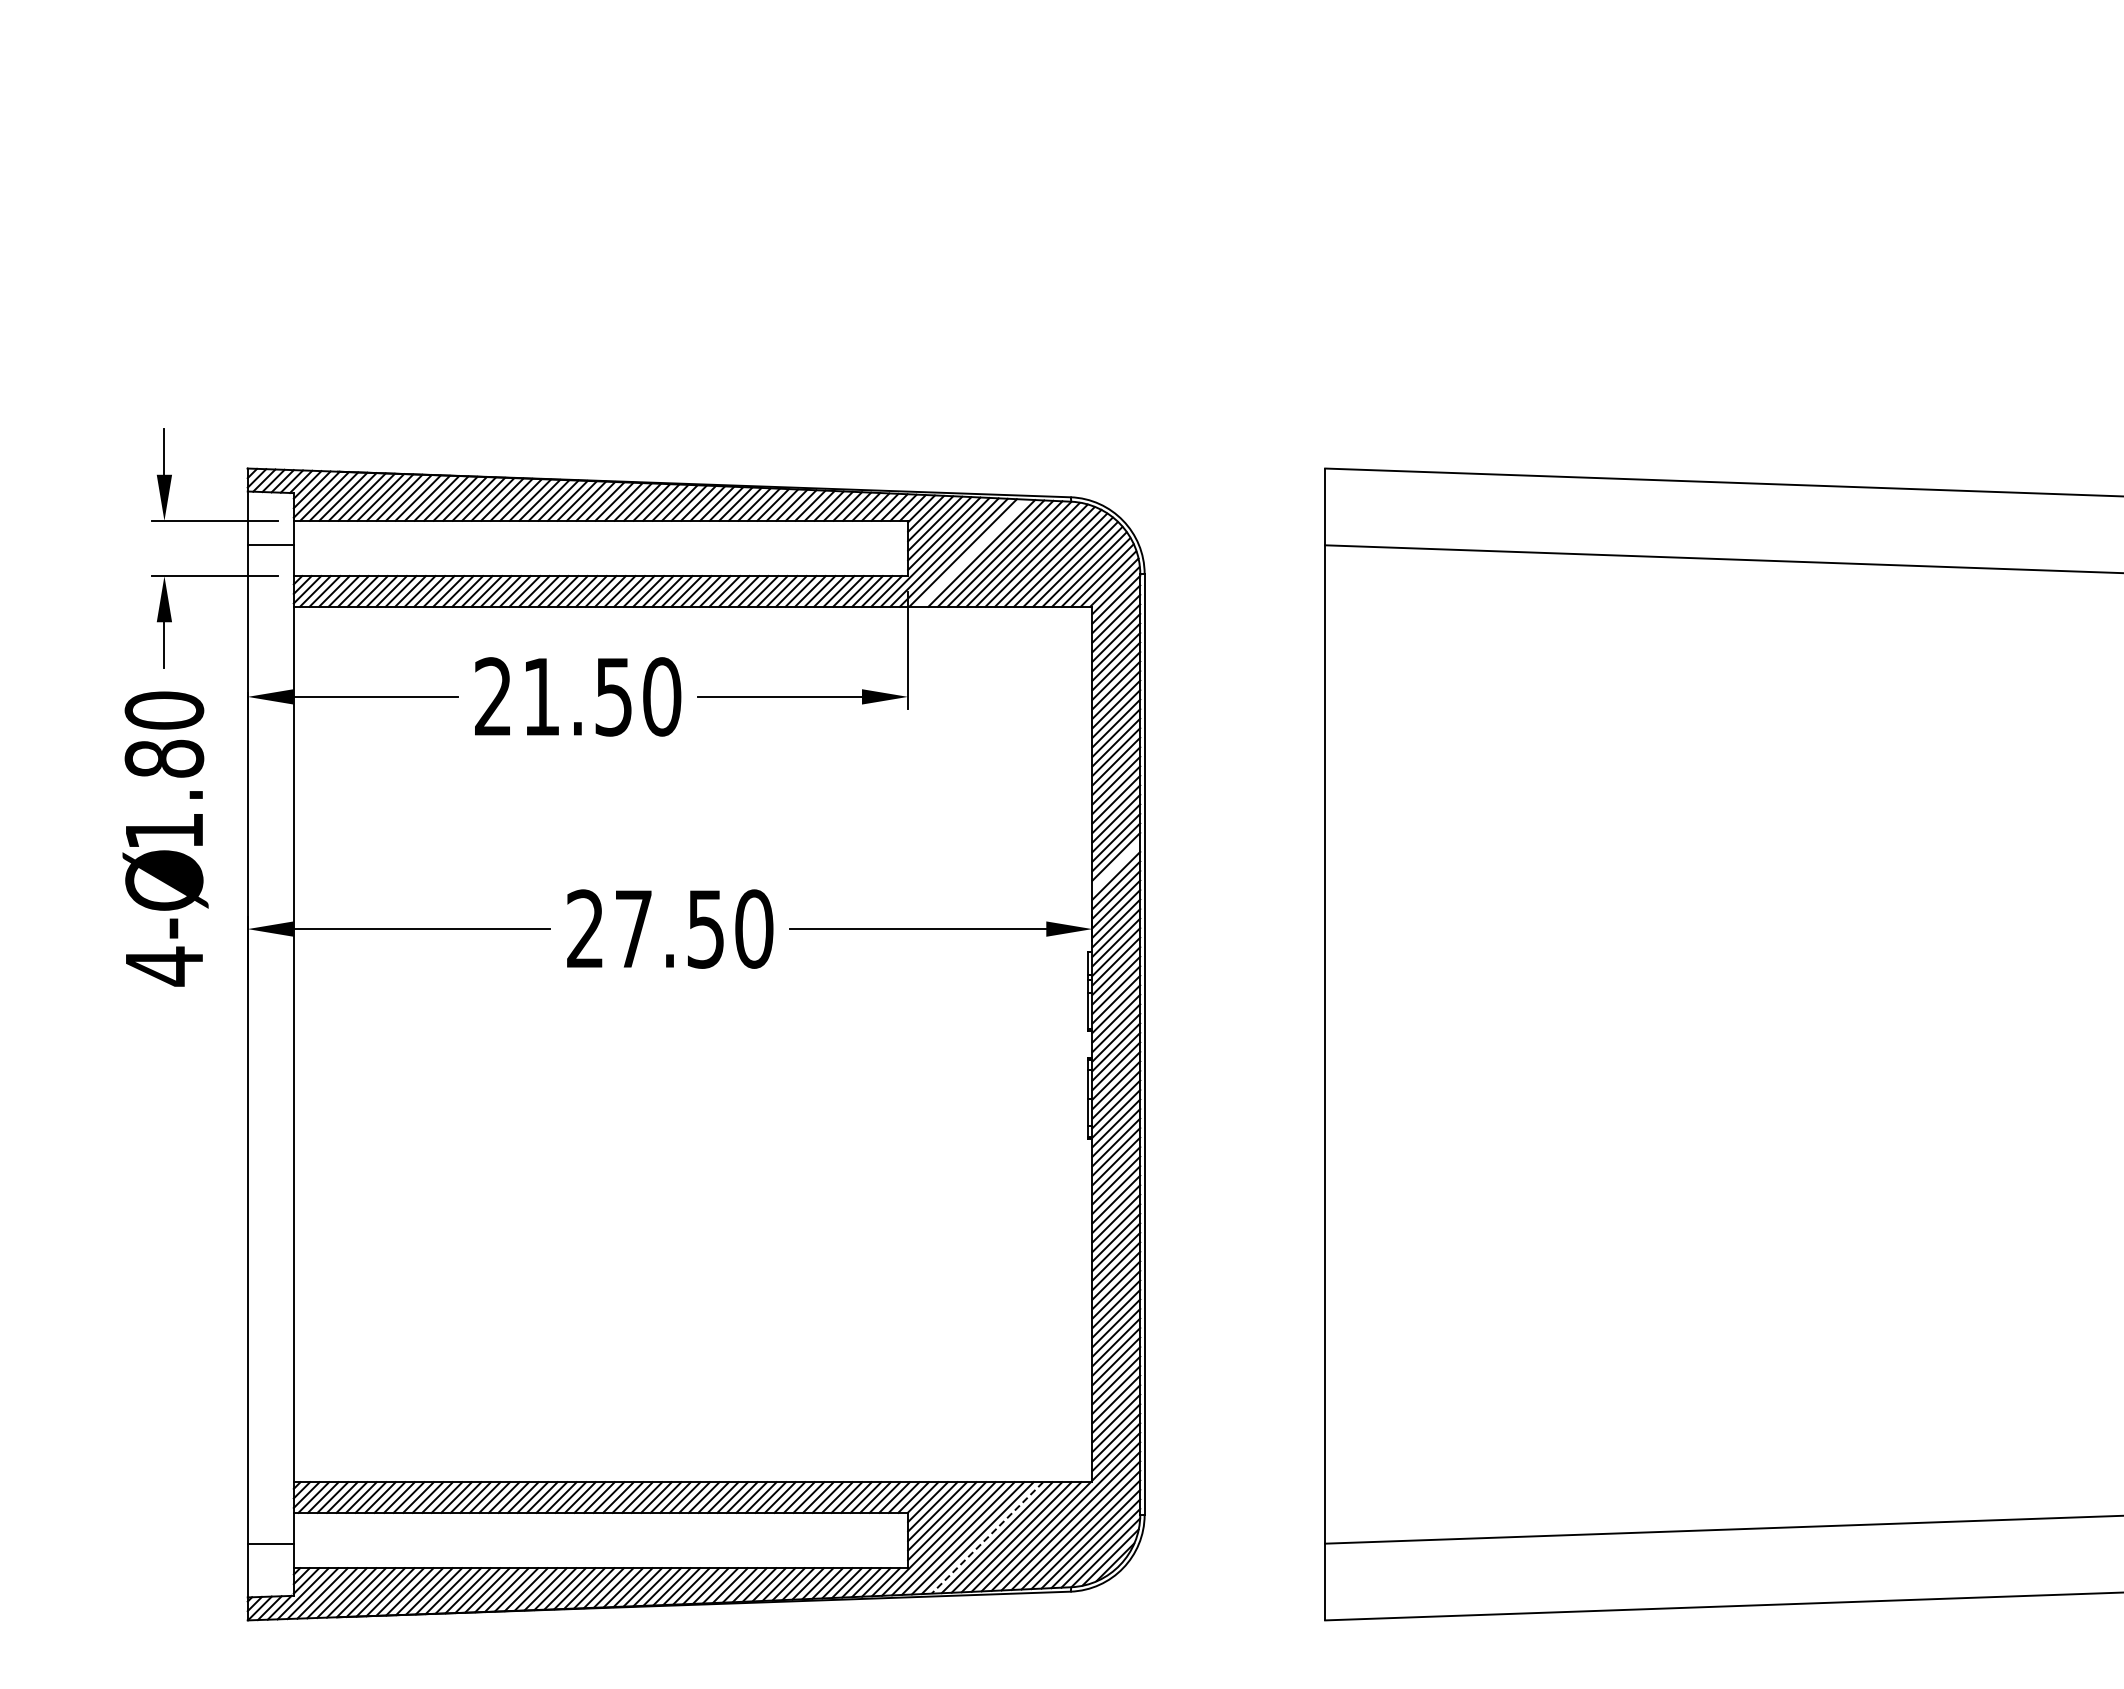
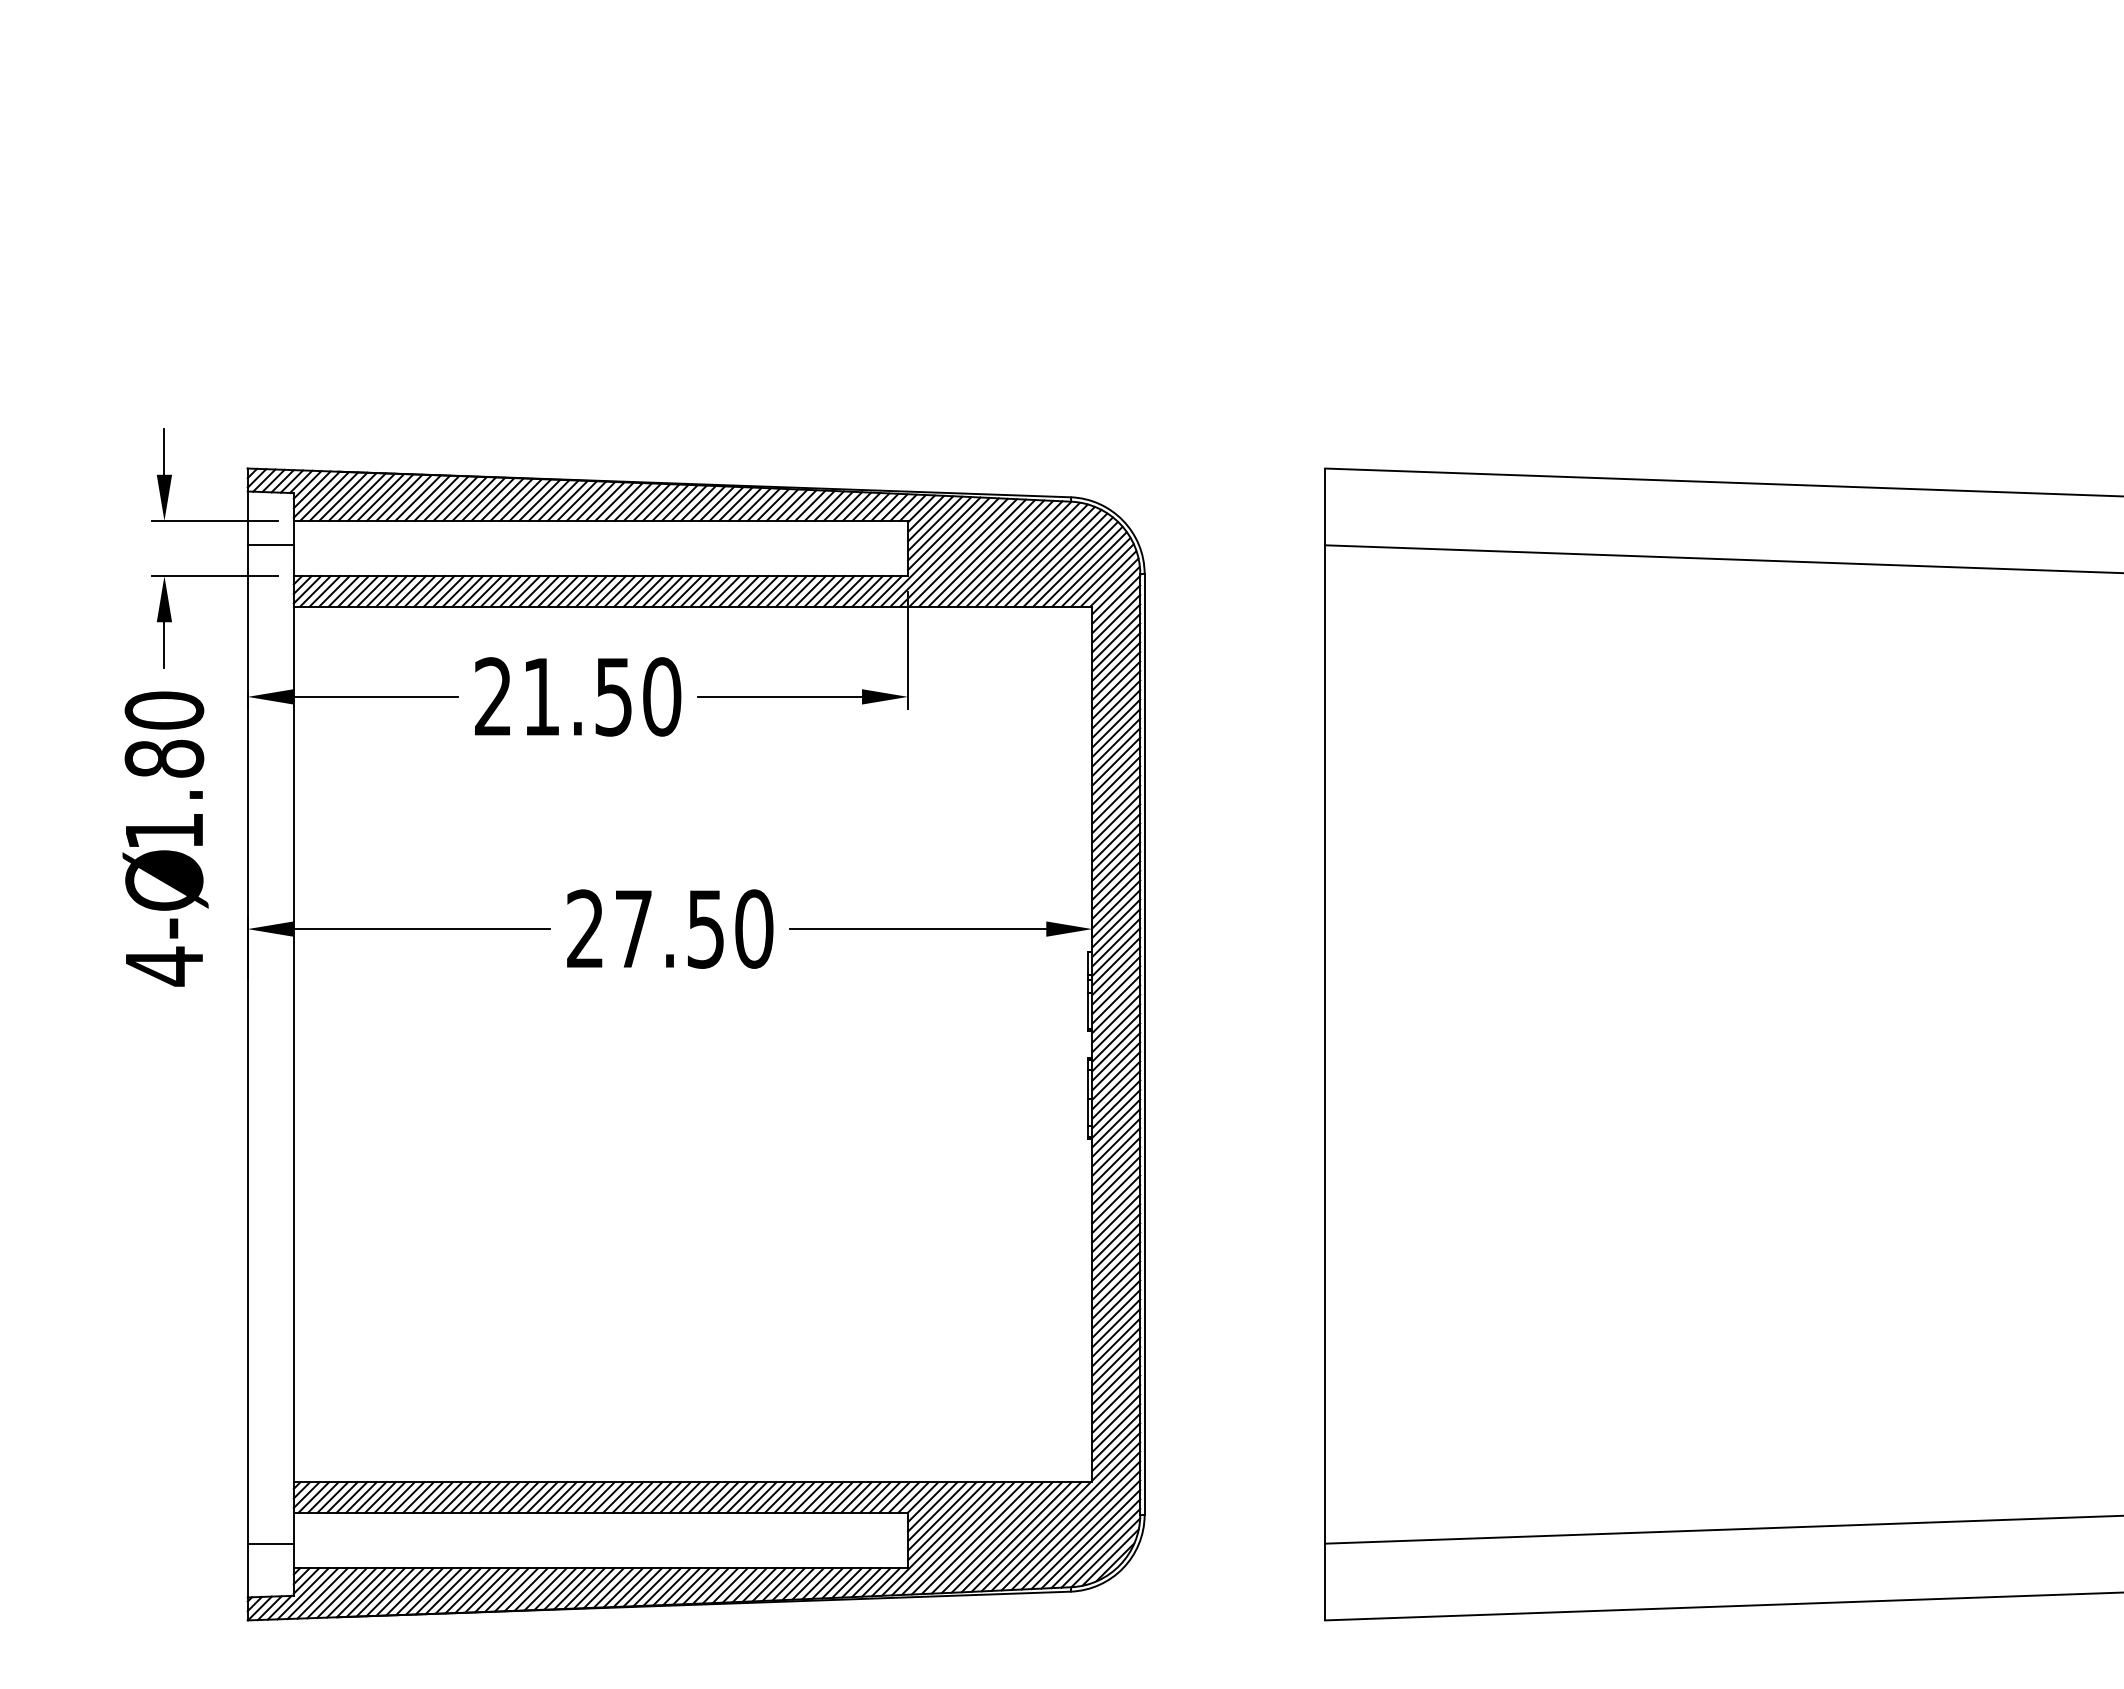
line at (972, 552): none -> present
line at (1116, 866): none -> present
line at (987, 1537): dashed -> solid
